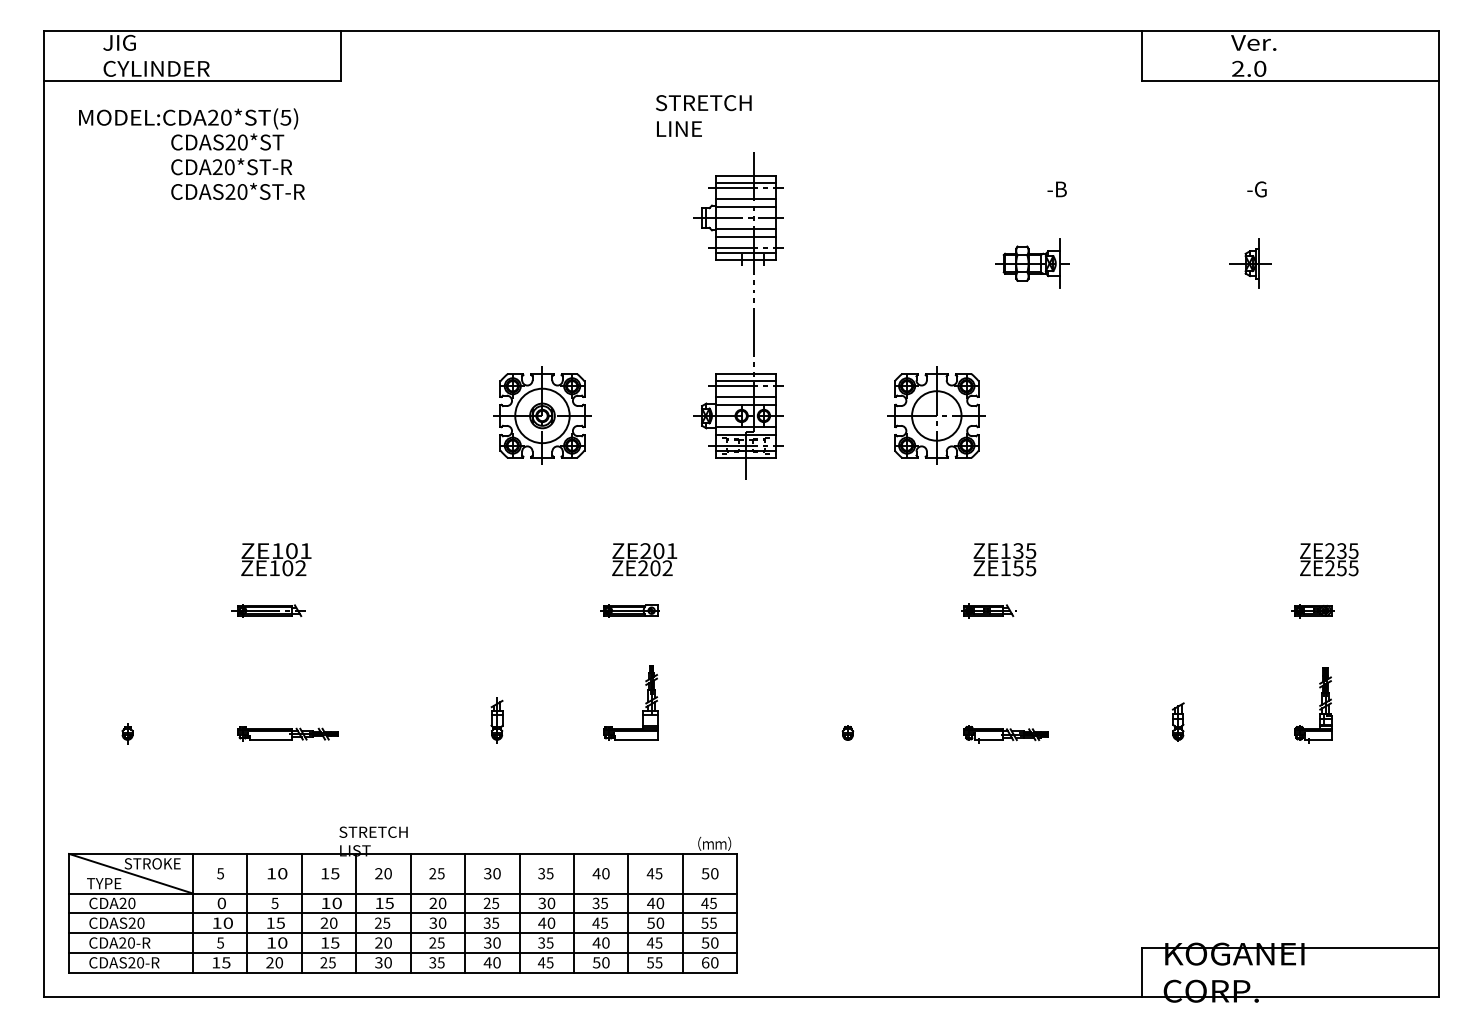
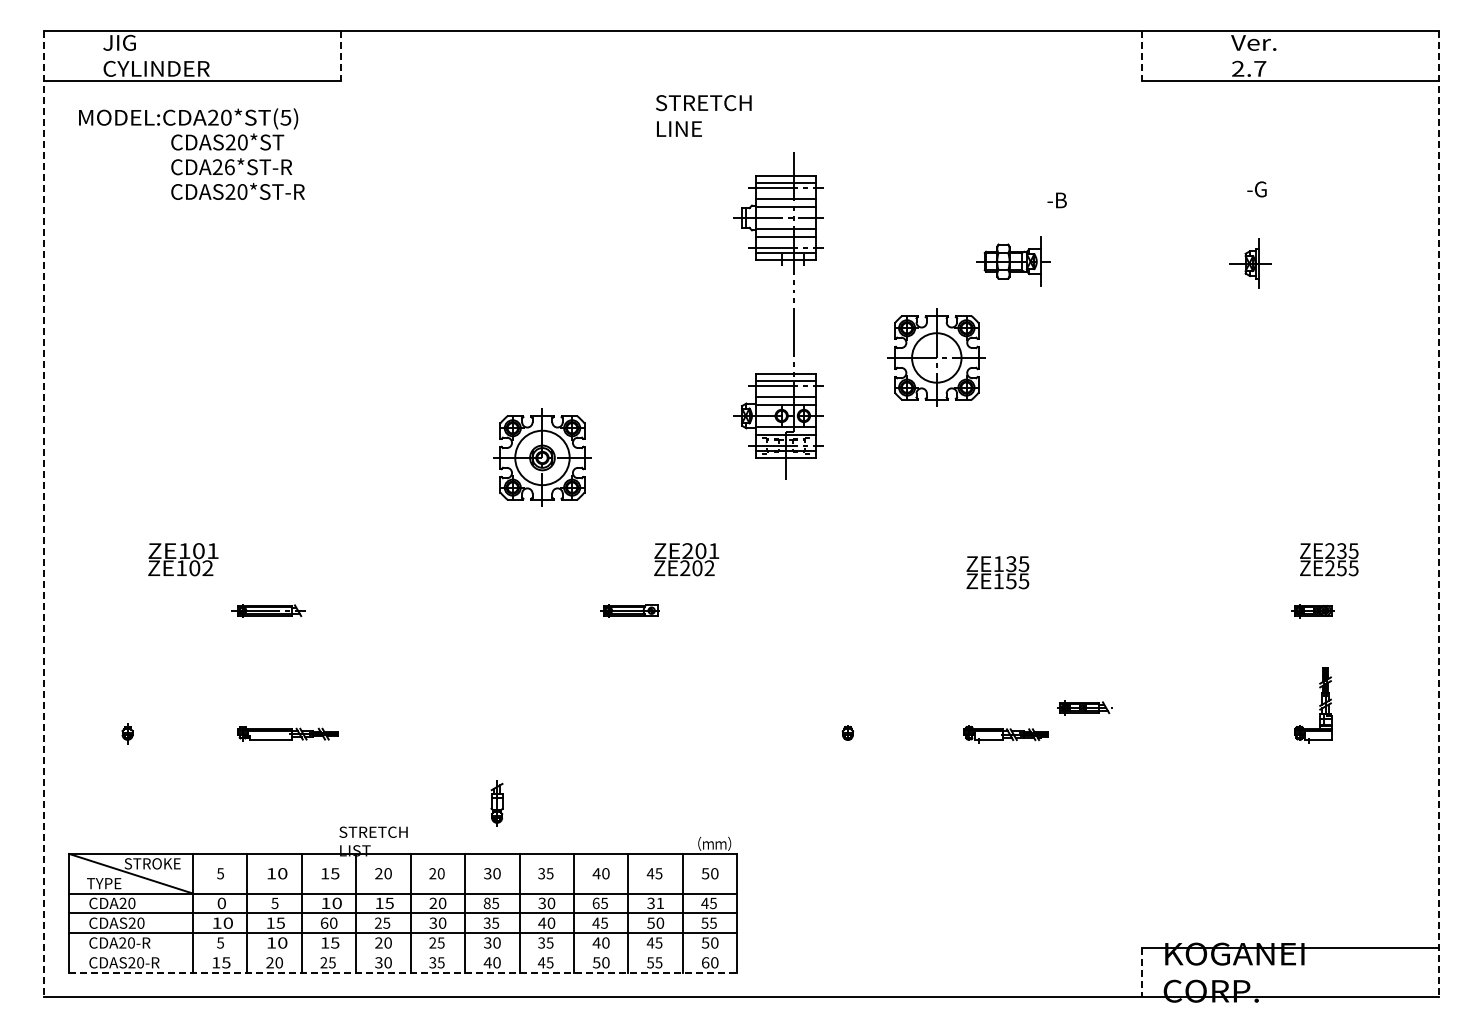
line at (341, 55): solid -> dashed
line at (1141, 55): solid -> dashed
text at (1260, 68): 2.0 -> 2.7
text at (229, 167): CDA20*ST-R -> CDA26*ST-R
text at (1056, 189) position: (1056, 189) -> (1056, 200)
part at (1032, 263) position: (1032, 263) -> (1013, 261)
part at (753, 315) position: (753, 315) -> (793, 315)
part at (542, 415) position: (542, 415) -> (542, 457)
part at (936, 415) position: (936, 415) -> (936, 357)
line at (44, 514): solid -> dashed
line at (1438, 514): solid -> dashed
text at (276, 559) position: (276, 559) -> (183, 559)
text at (644, 559) position: (644, 559) -> (686, 559)
text at (1004, 559) position: (1004, 559) -> (997, 572)
part at (988, 610) position: (988, 610) -> (1084, 707)
part at (642, 710): present -> none
part at (496, 720) position: (496, 720) -> (496, 803)
part at (1177, 721): present -> none
text at (440, 873): 25 -> 20
text at (486, 903): 25 -> 85
text at (595, 903): 35 -> 65
text at (655, 903): 40 -> 31
text at (324, 922): 20 -> 60
line at (403, 952): present -> none
line at (403, 972): solid -> dashed
line at (1141, 972): solid -> dashed
